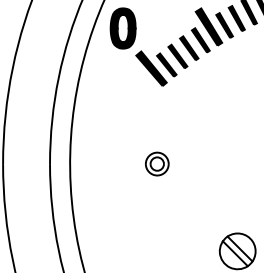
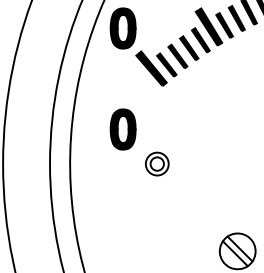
part at (122, 129): none -> present
